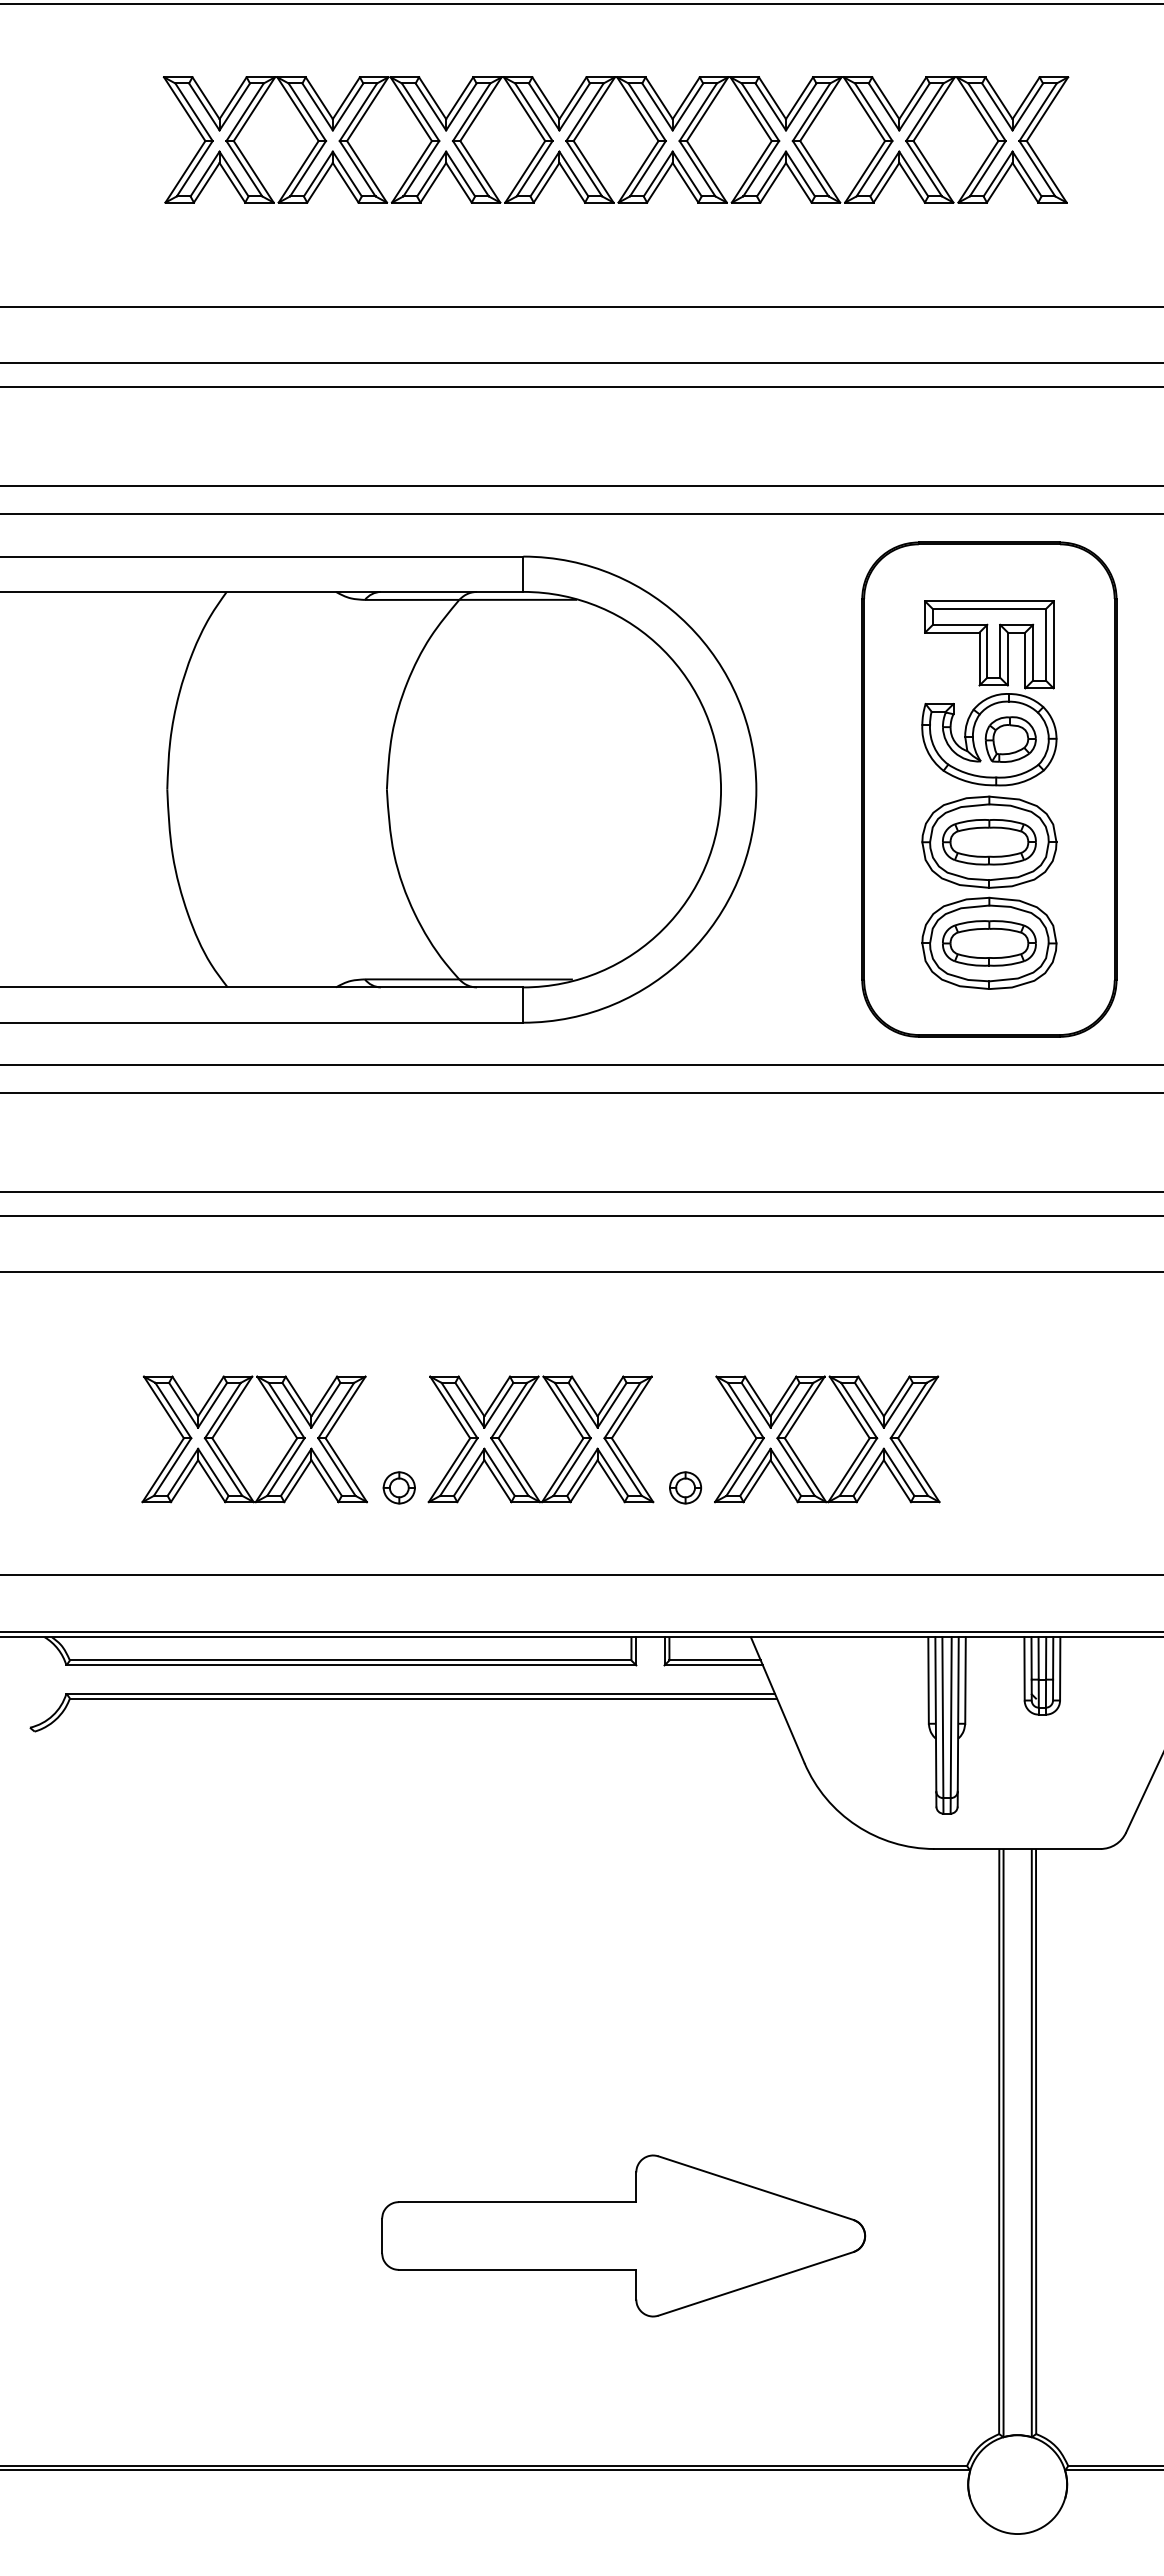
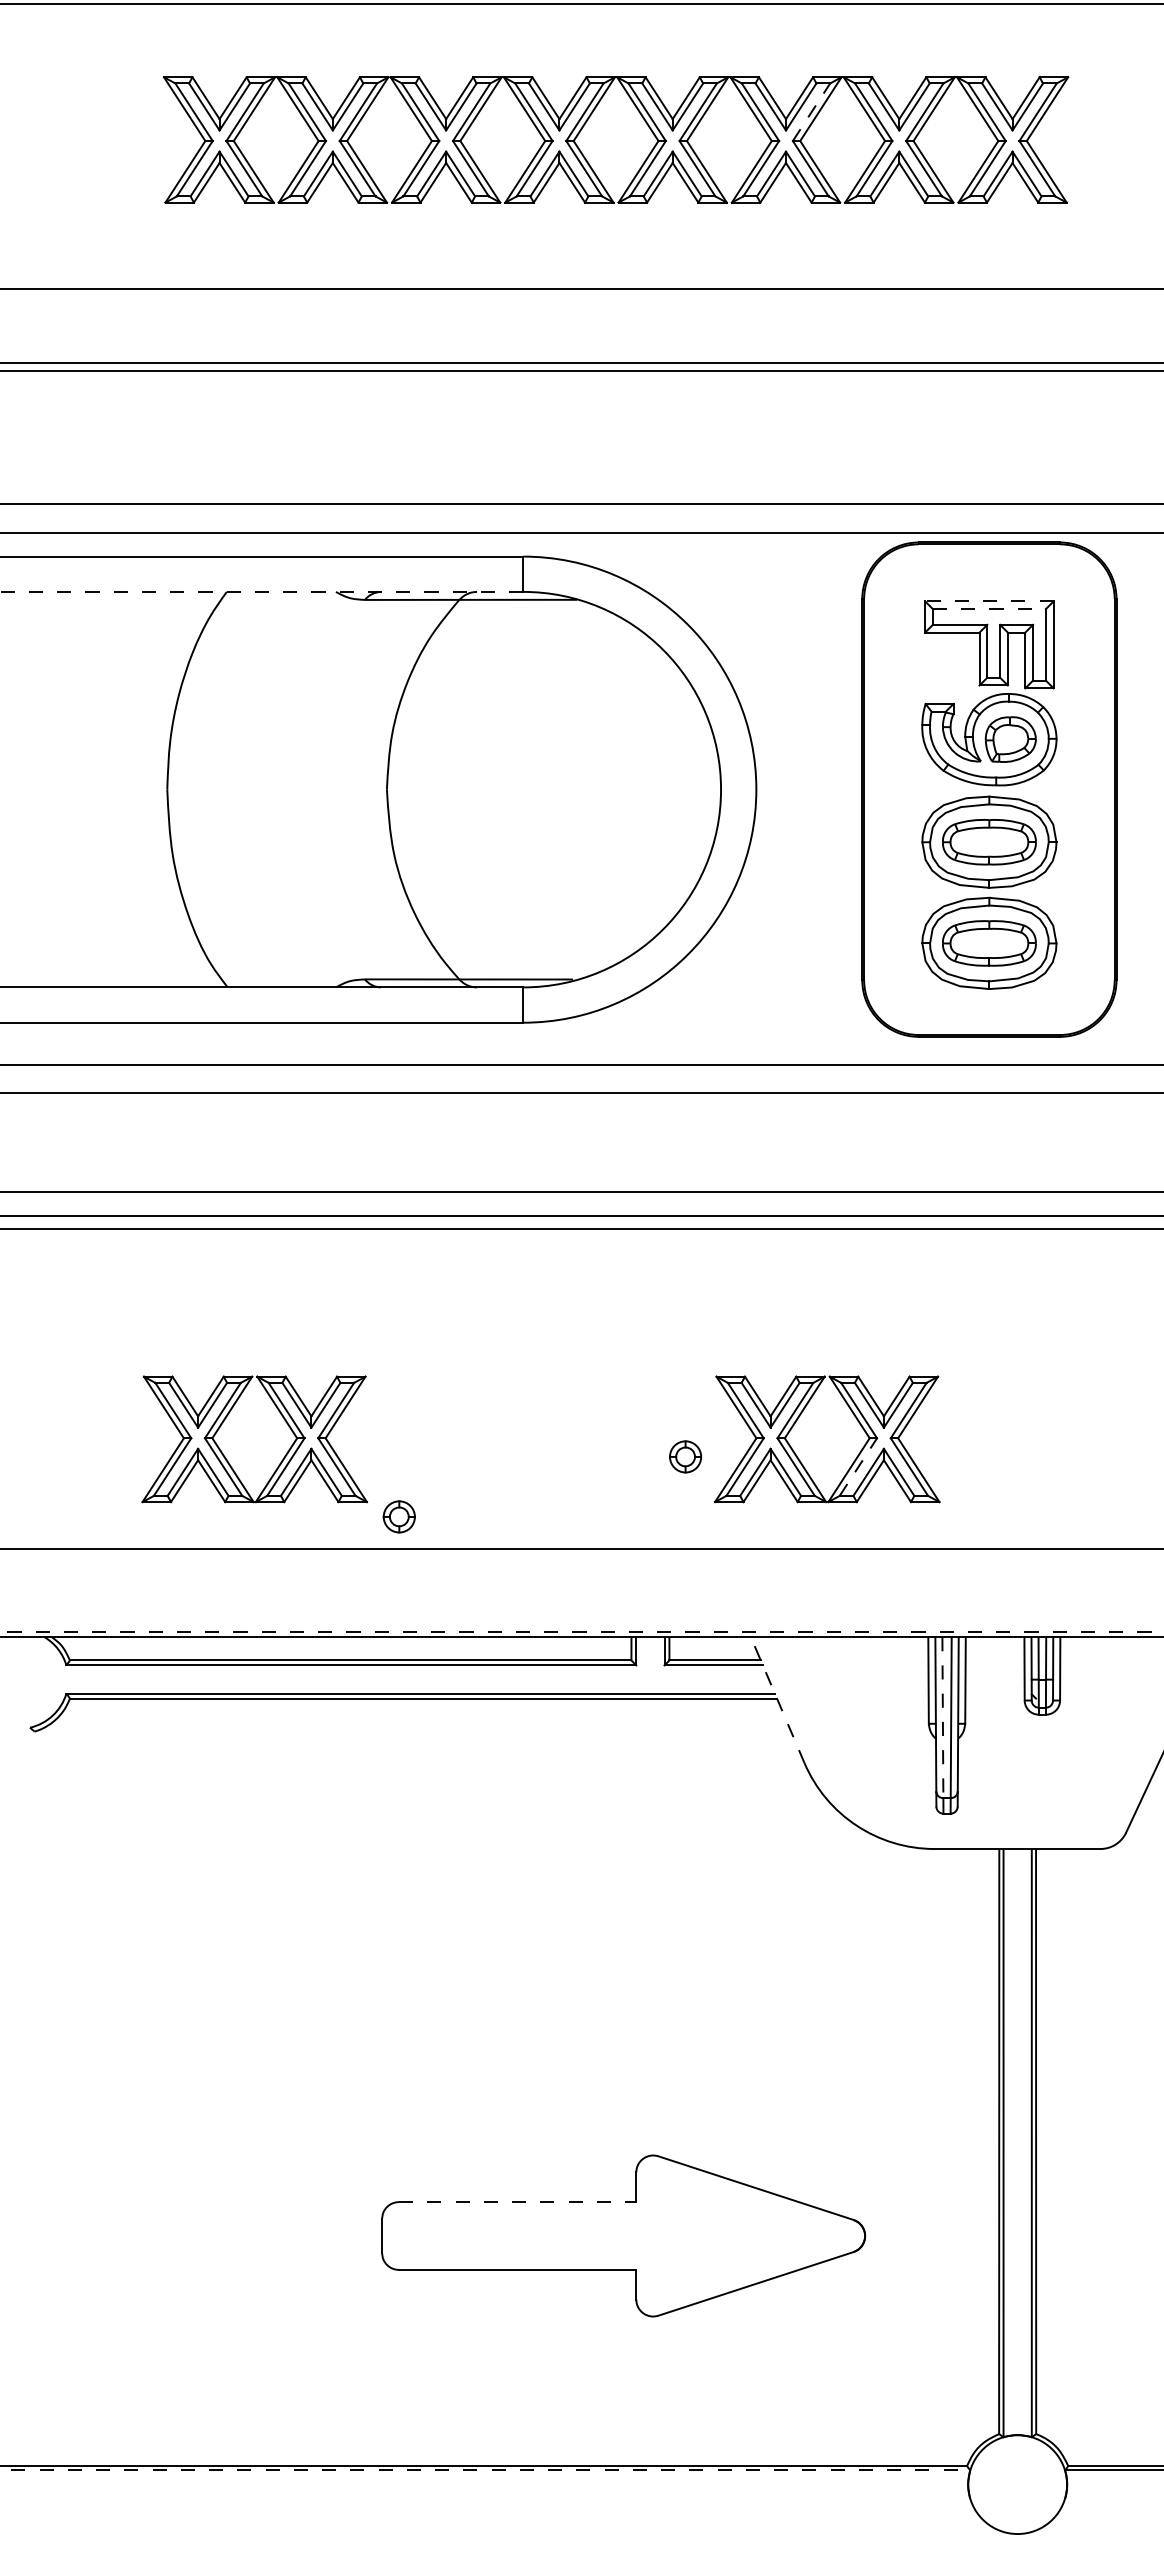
line at (811, 111): solid -> dashed
line at (581, 306) position: (581, 306) -> (581, 288)
line at (581, 387) position: (581, 387) -> (581, 371)
line at (581, 485) position: (581, 485) -> (581, 503)
line at (581, 514) position: (581, 514) -> (581, 533)
line at (261, 591): solid -> dashed
line at (988, 601): solid -> dashed
line at (989, 609): solid -> dashed
line at (581, 1272) position: (581, 1272) -> (581, 1229)
part at (512, 1457): present -> none
line at (858, 1466): solid -> dashed
part at (398, 1487) position: (398, 1487) -> (398, 1516)
part at (685, 1487) position: (685, 1487) -> (685, 1456)
line at (581, 1575) position: (581, 1575) -> (581, 1549)
line at (583, 1631): solid -> dashed
line at (777, 1699): solid -> dashed
line at (942, 1718): solid -> dashed
line at (517, 2202): solid -> dashed
line at (485, 2470): solid -> dashed
